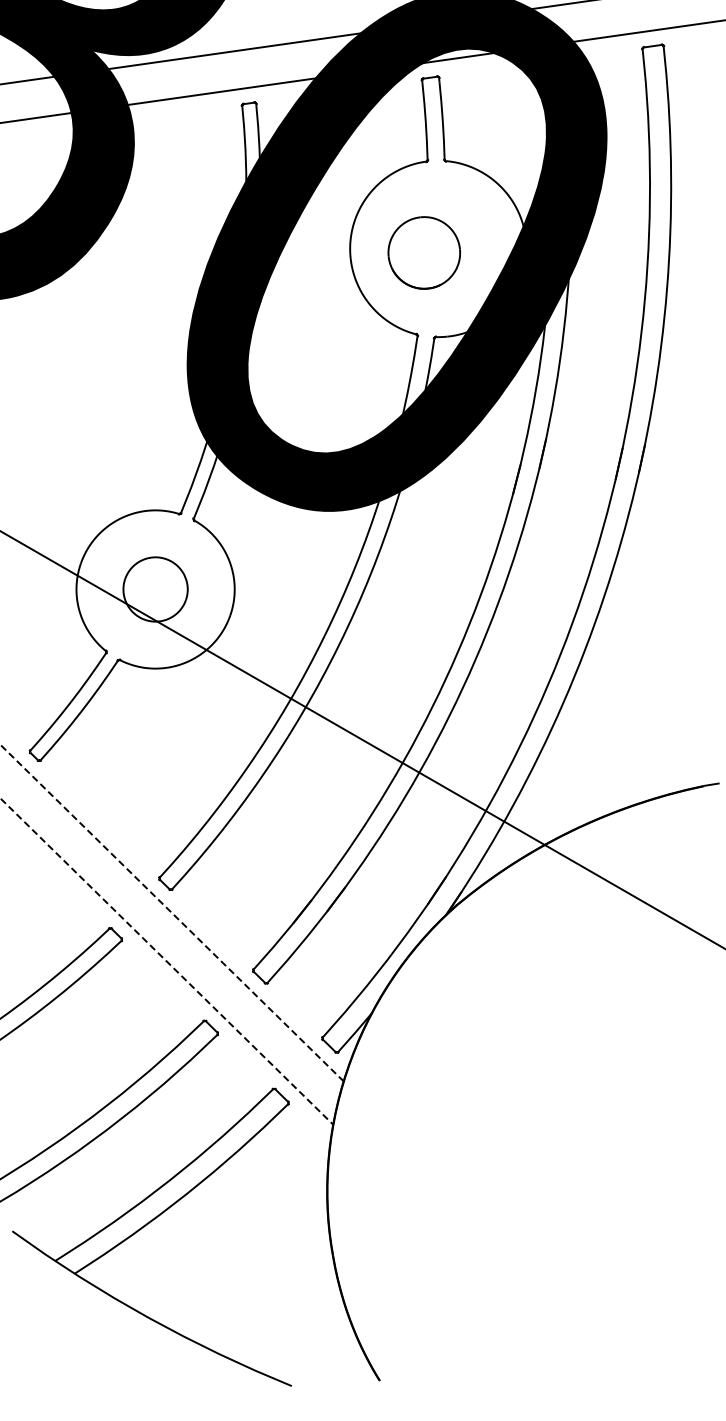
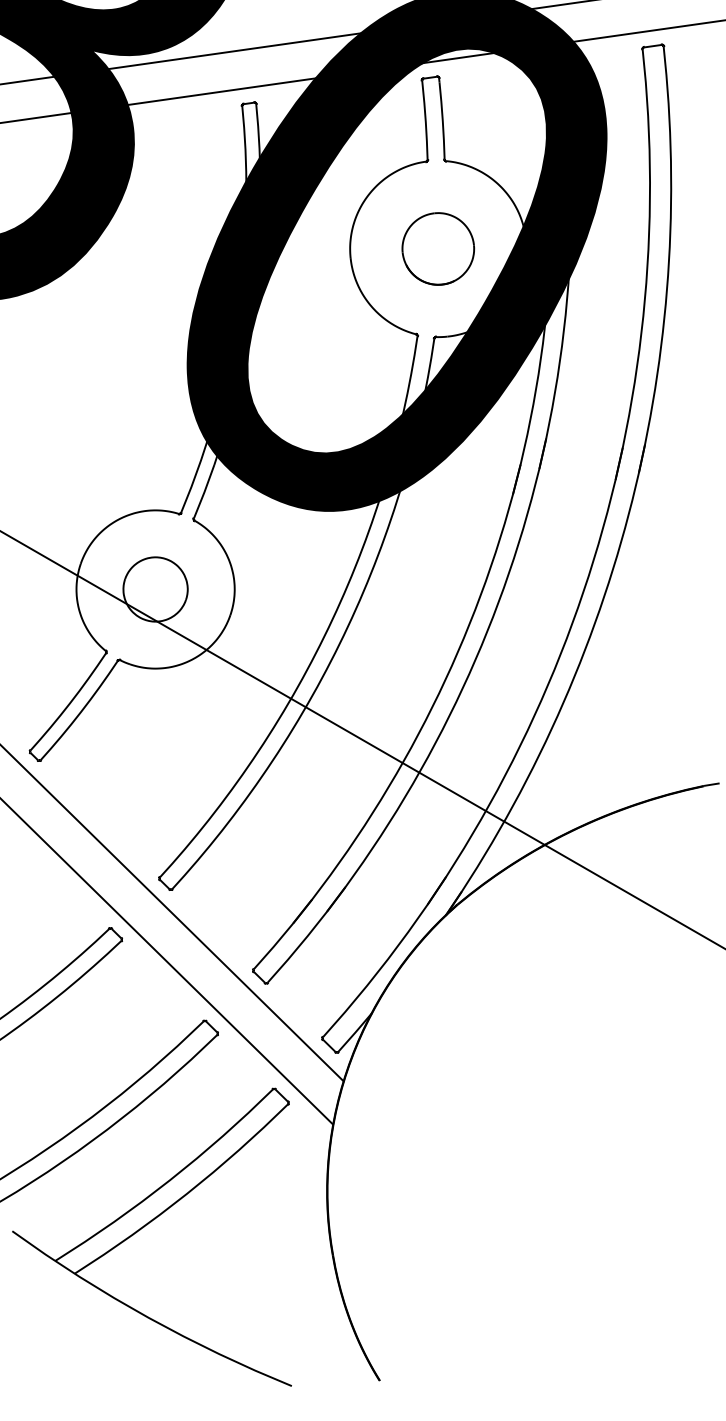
part at (424, 252) position: (424, 252) -> (438, 248)
line at (171, 912): dashed -> solid
line at (167, 961): dashed -> solid
